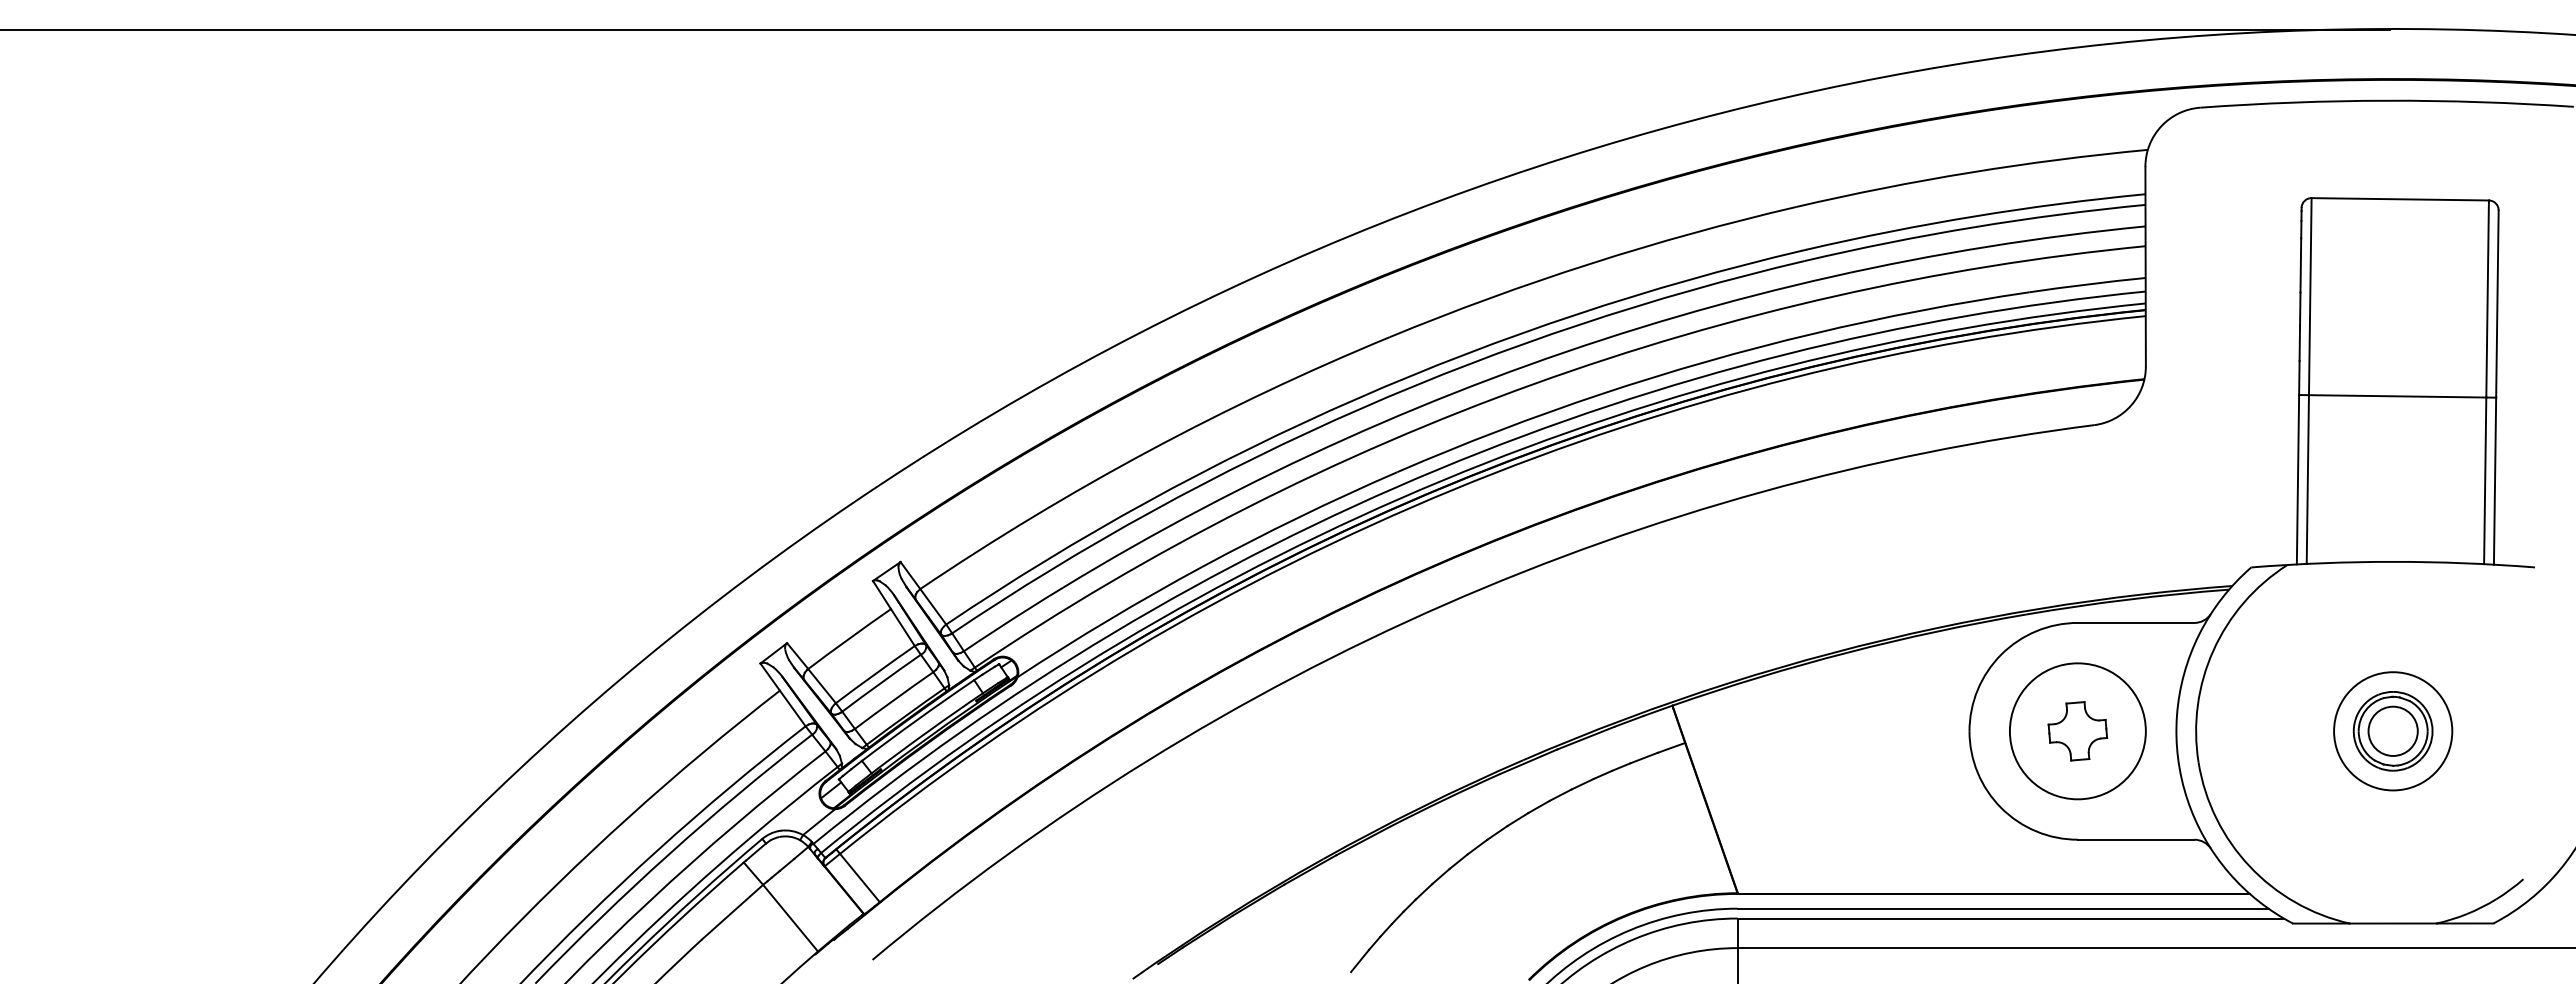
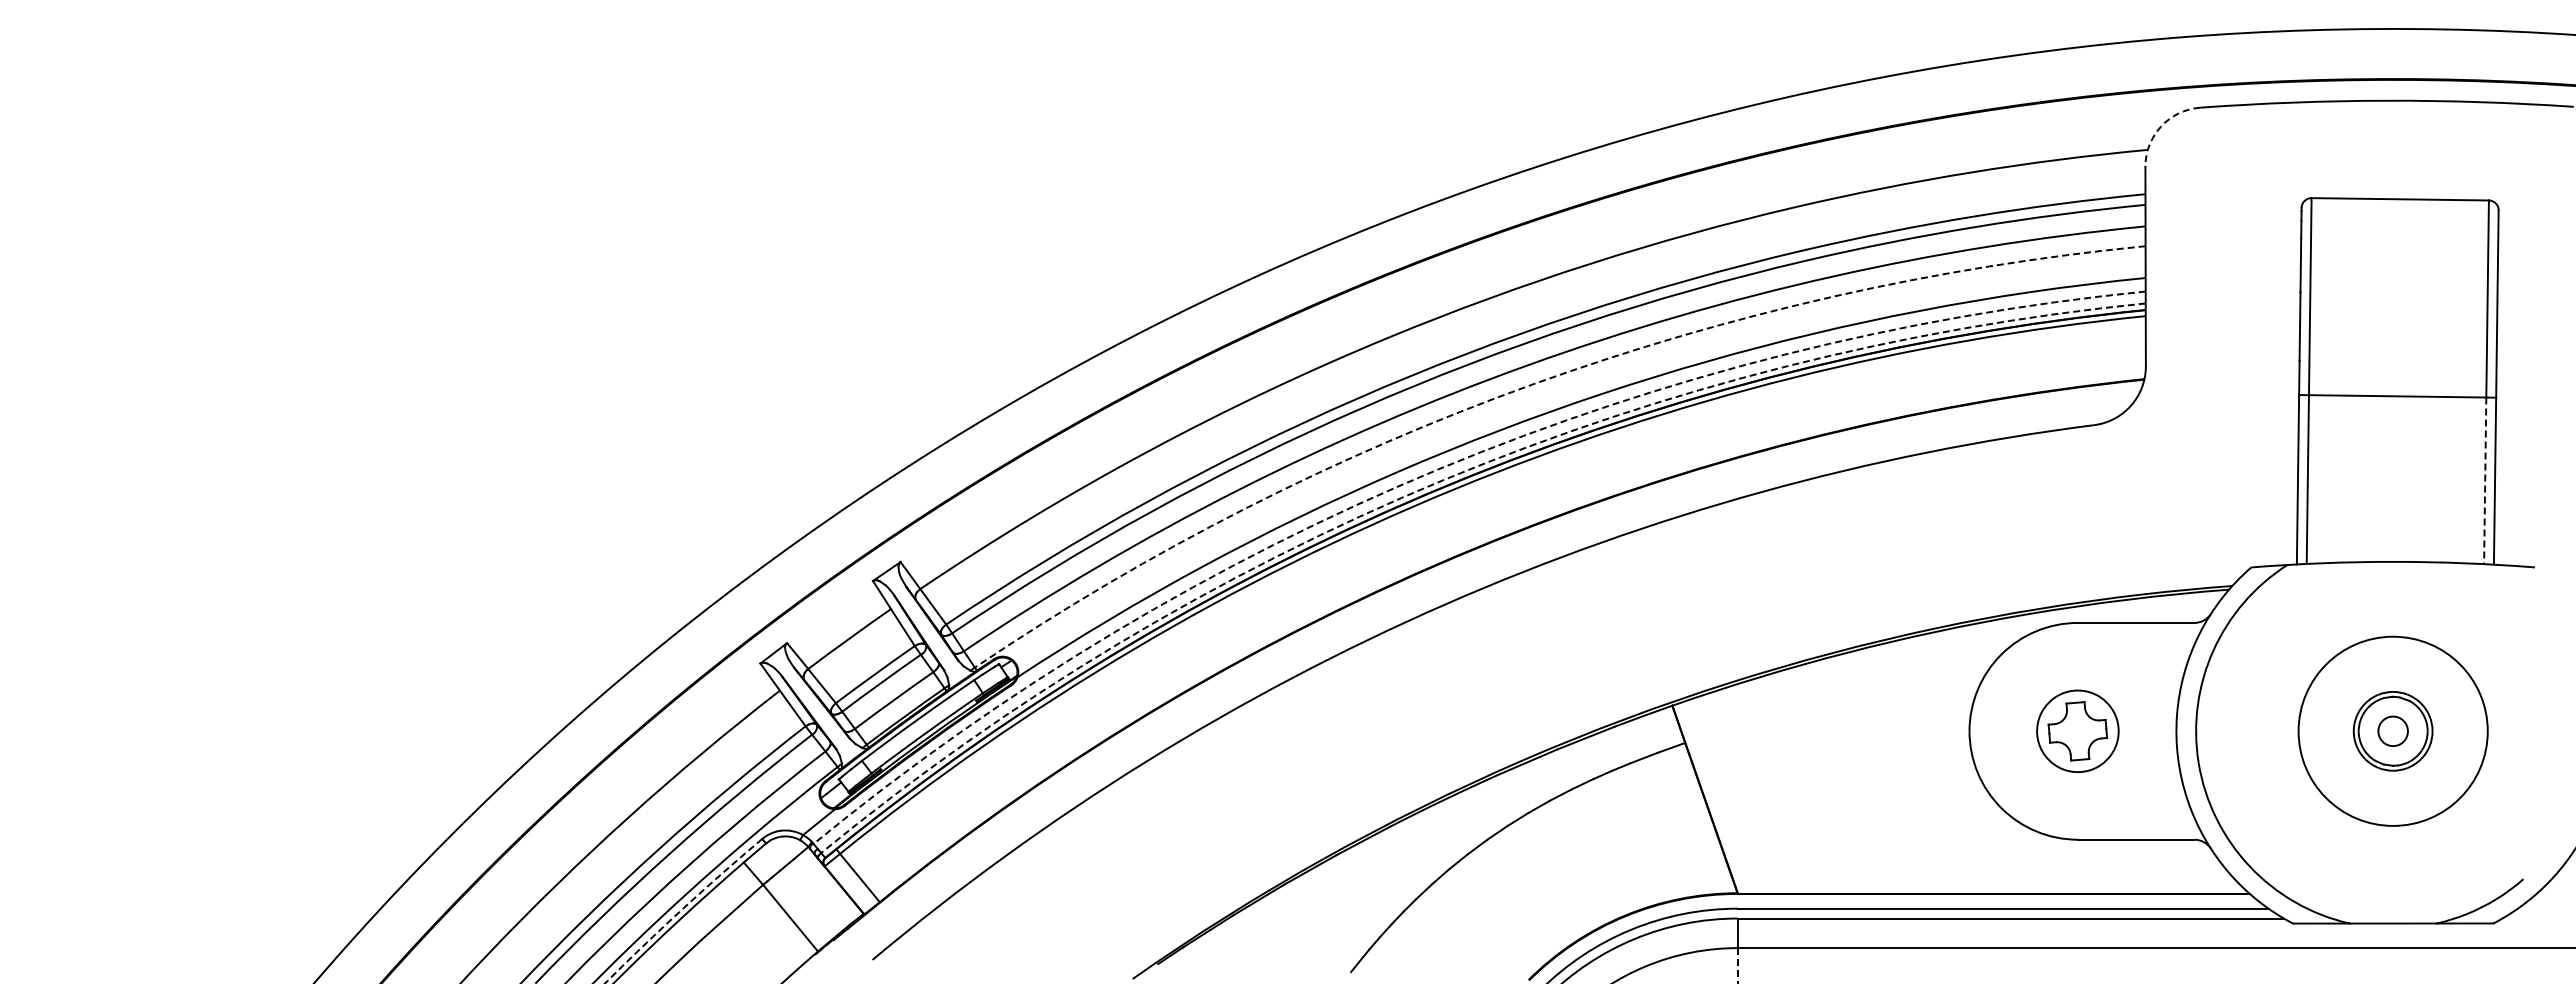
line at (1196, 29): present -> none
arc at (2161, 126): solid -> dashed
arc at (1534, 384): solid -> dashed
arc at (1438, 469): solid -> dashed
arc at (1442, 480): solid -> dashed
line at (2485, 481): solid -> dashed
circle at (2392, 730) diameter: 49 px -> 30 px
circle at (2077, 731) diameter: 136 px -> 82 px
circle at (2393, 731) diameter: 118 px -> 189 px
arc at (682, 909): solid -> dashed
line at (1737, 966): solid -> dashed
